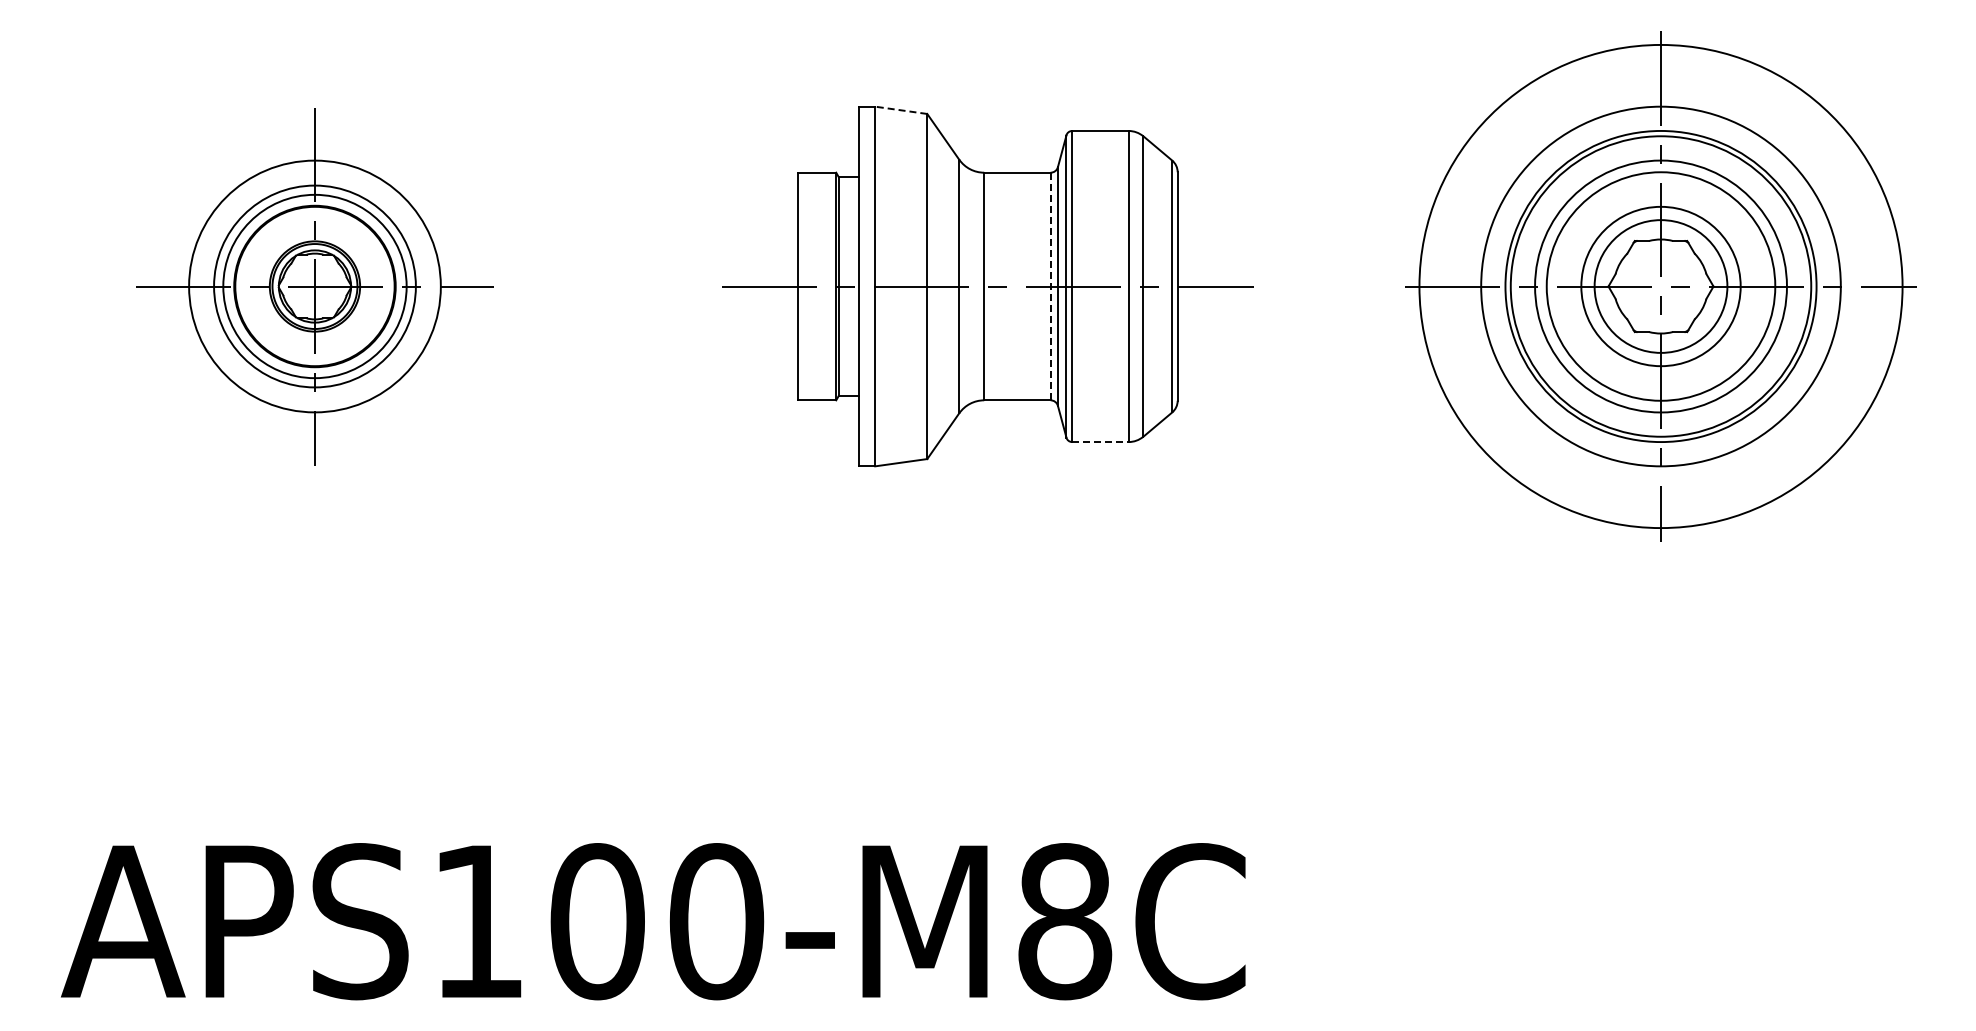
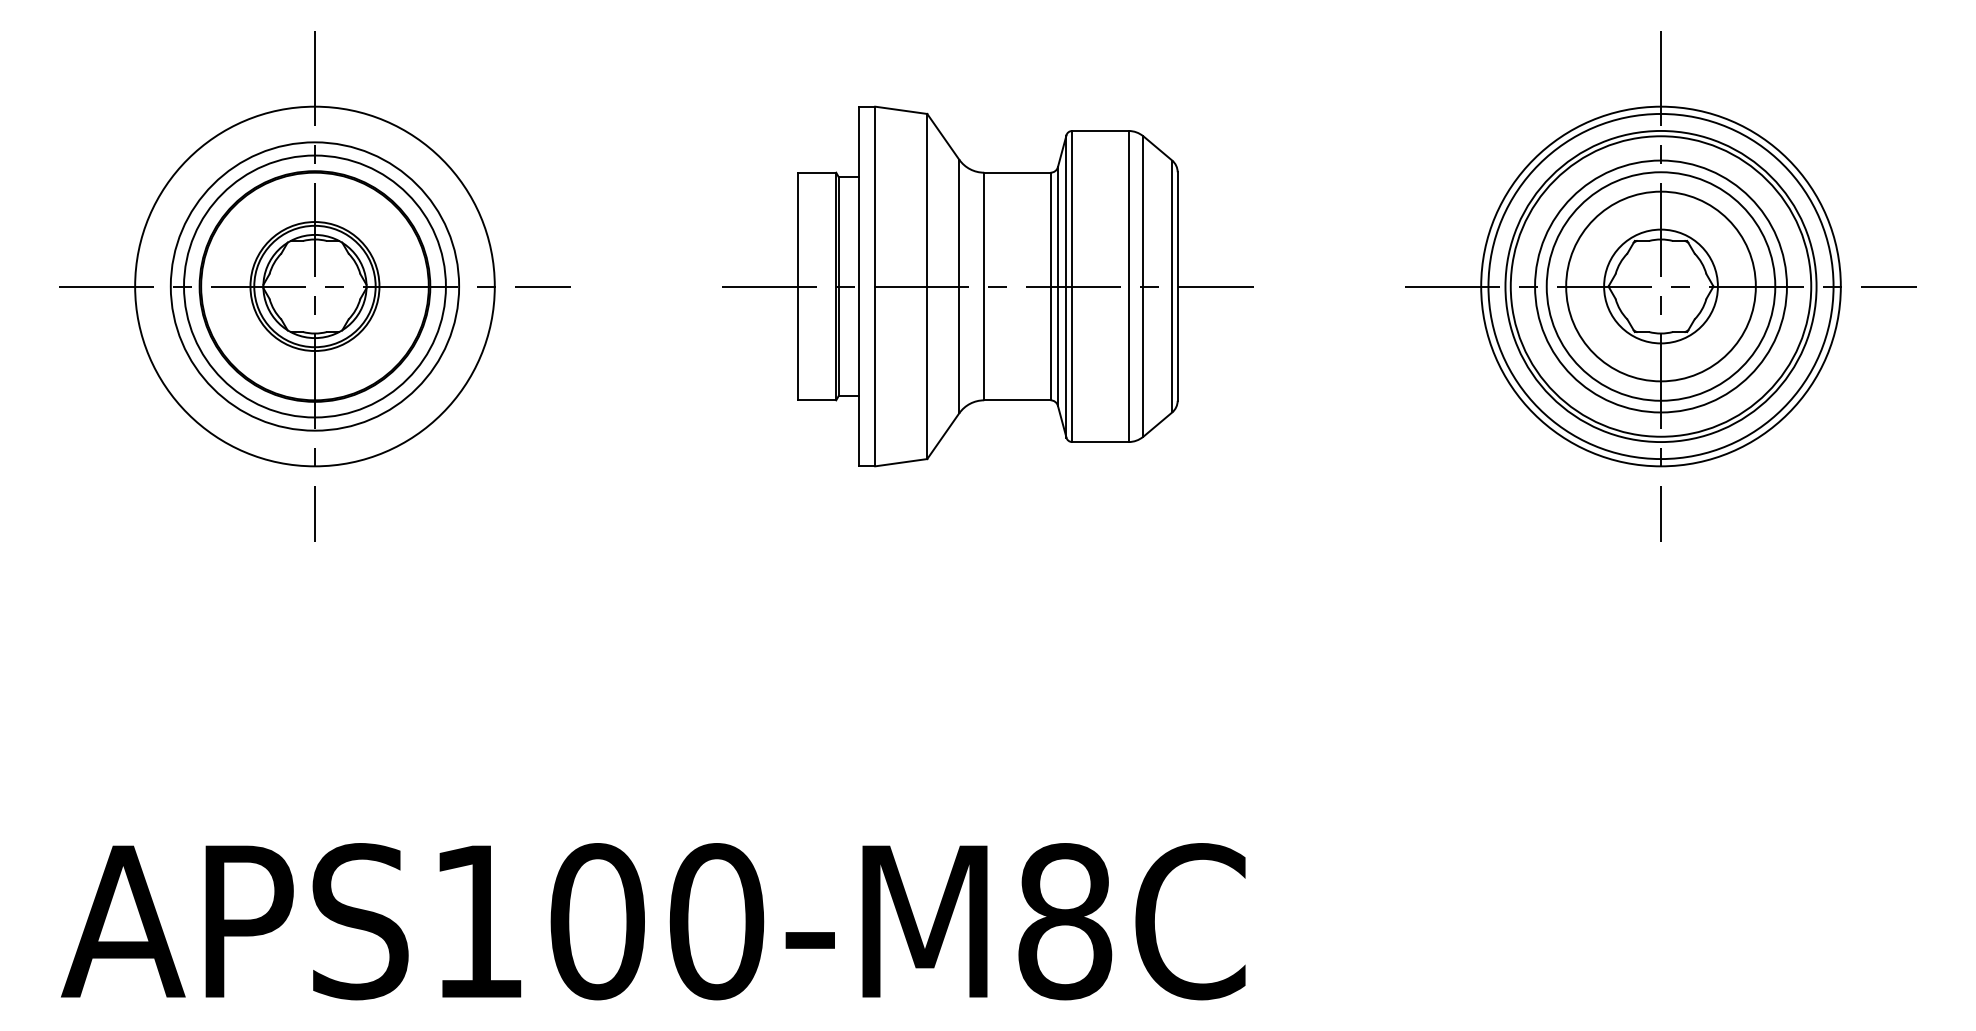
line at (900, 110): dashed -> solid
part at (314, 286) size: 358x358 px -> 512x511 px
line at (1050, 286): dashed -> solid
circle at (1660, 286) diameter: 133 px -> 190 px
circle at (1660, 286) diameter: 159 px -> 114 px
circle at (1660, 286) diameter: 483 px -> 345 px
line at (1100, 442): dashed -> solid
